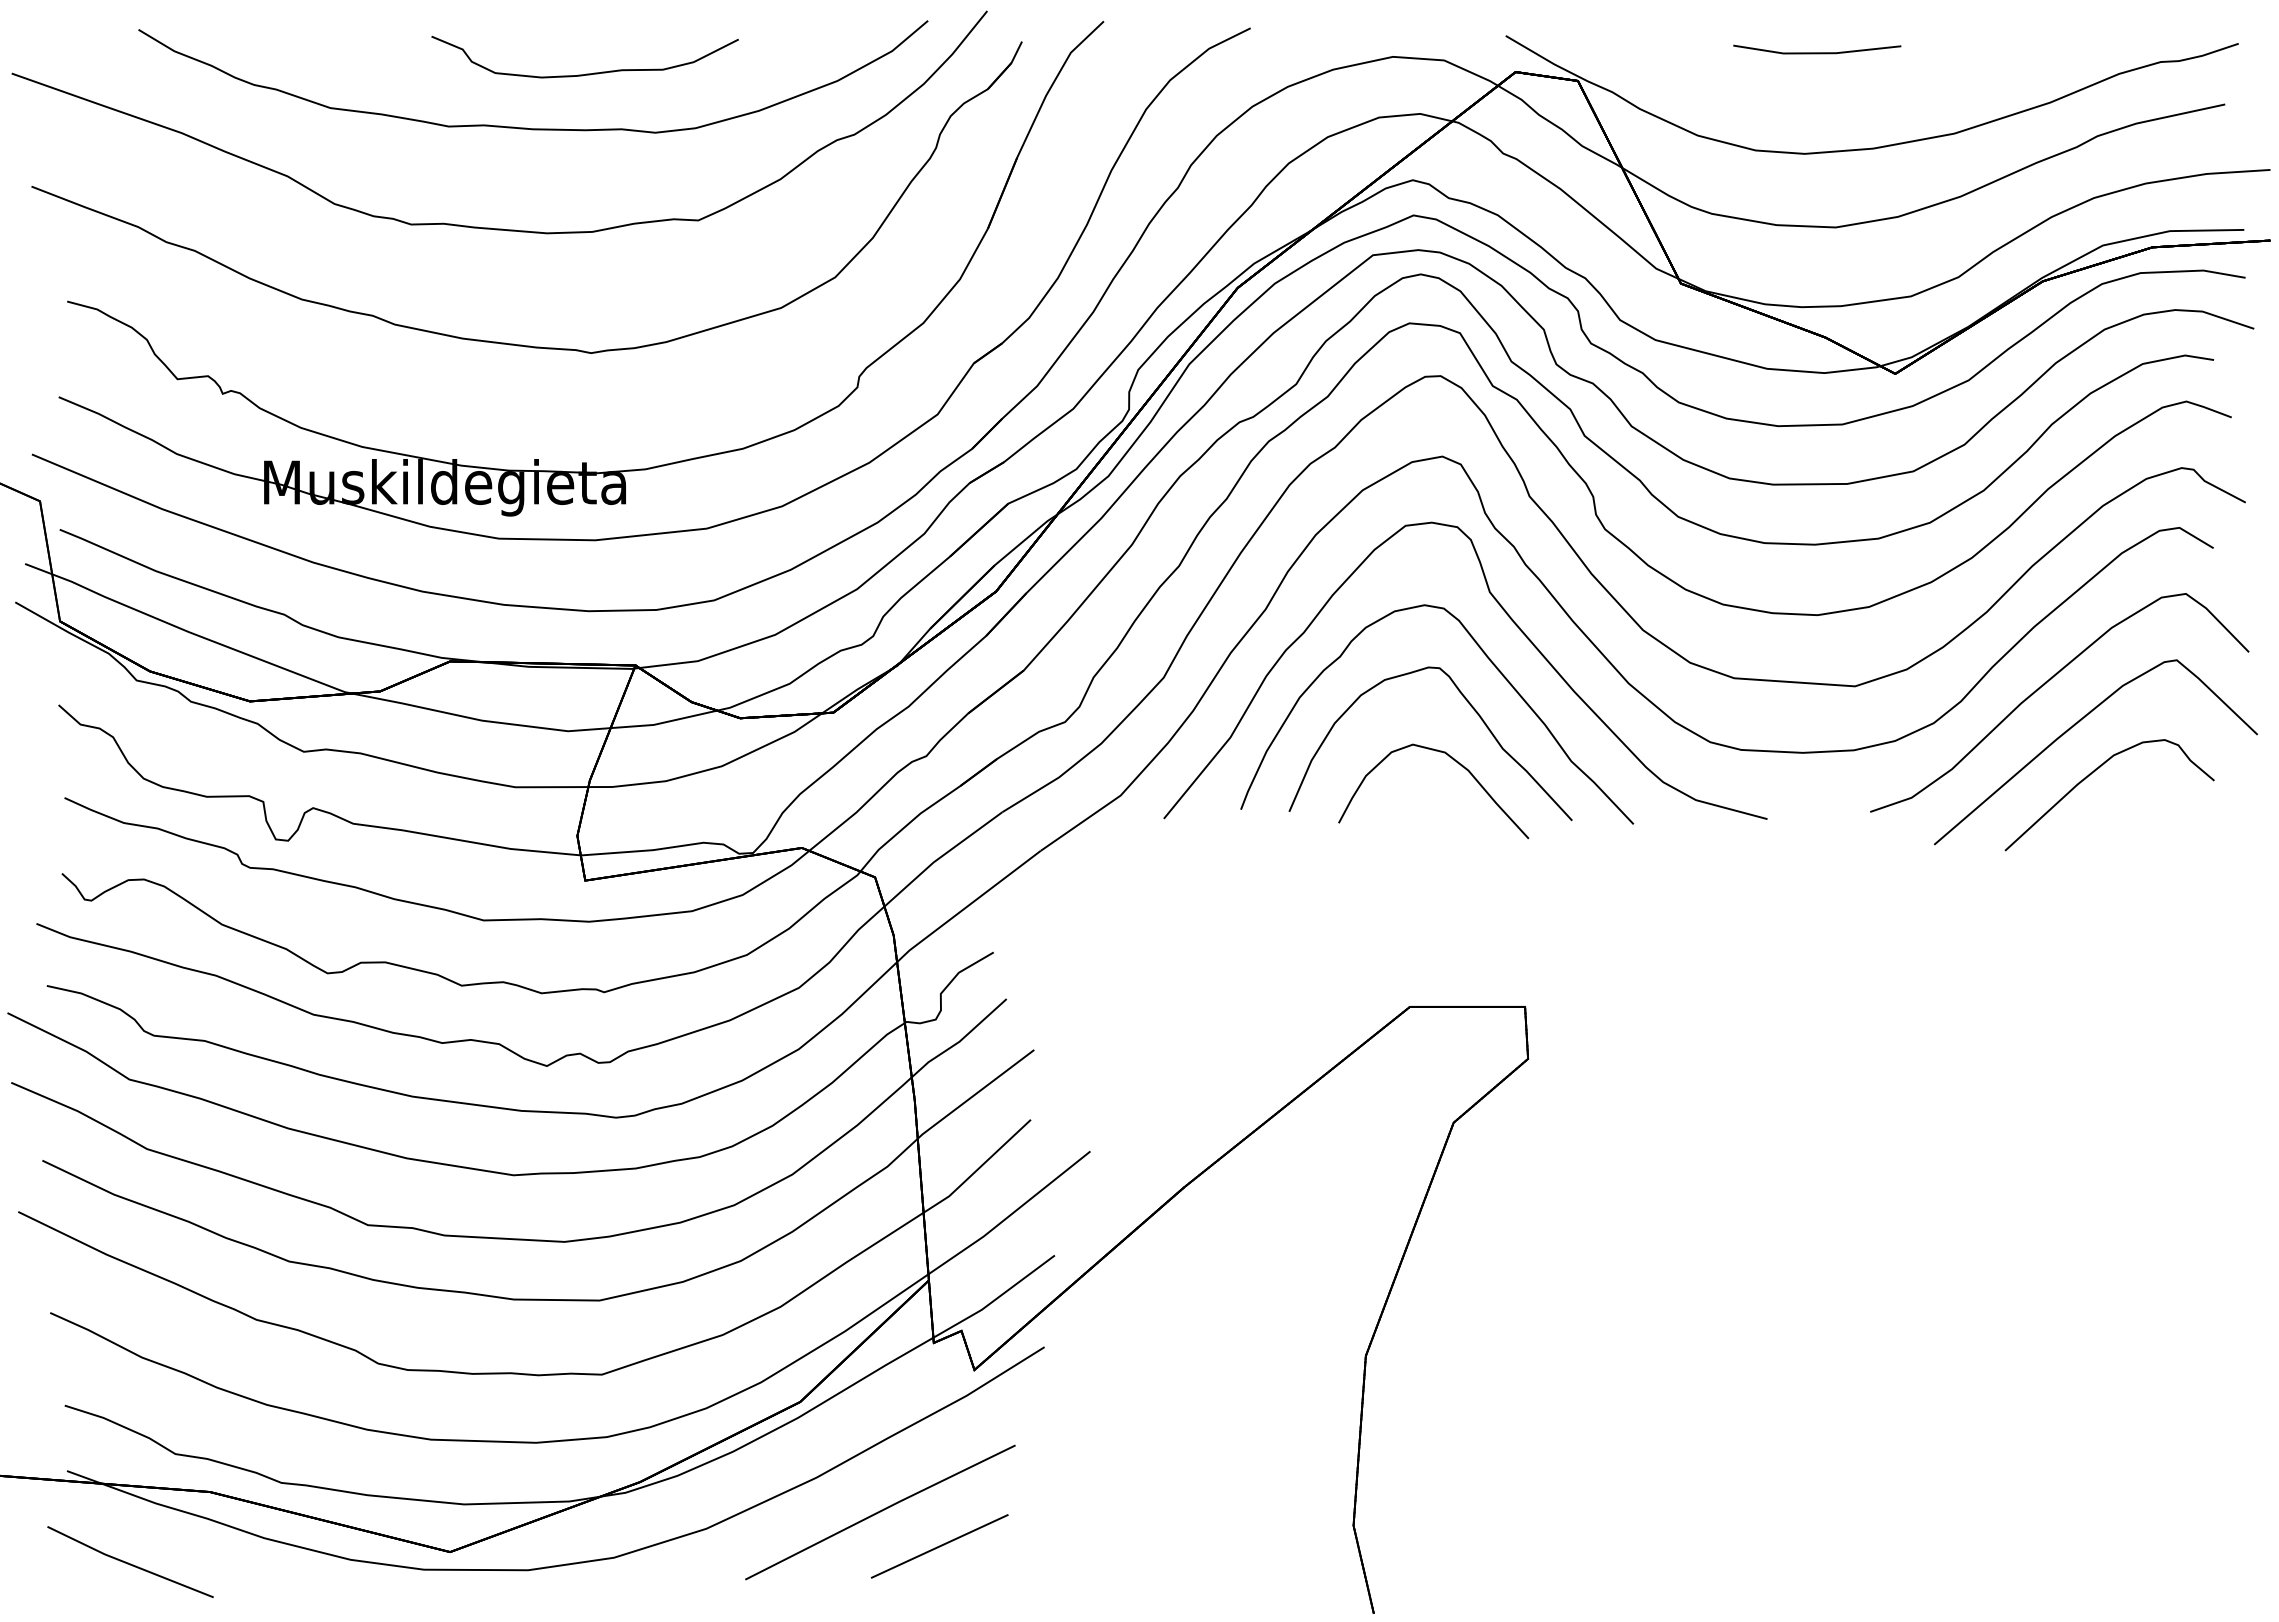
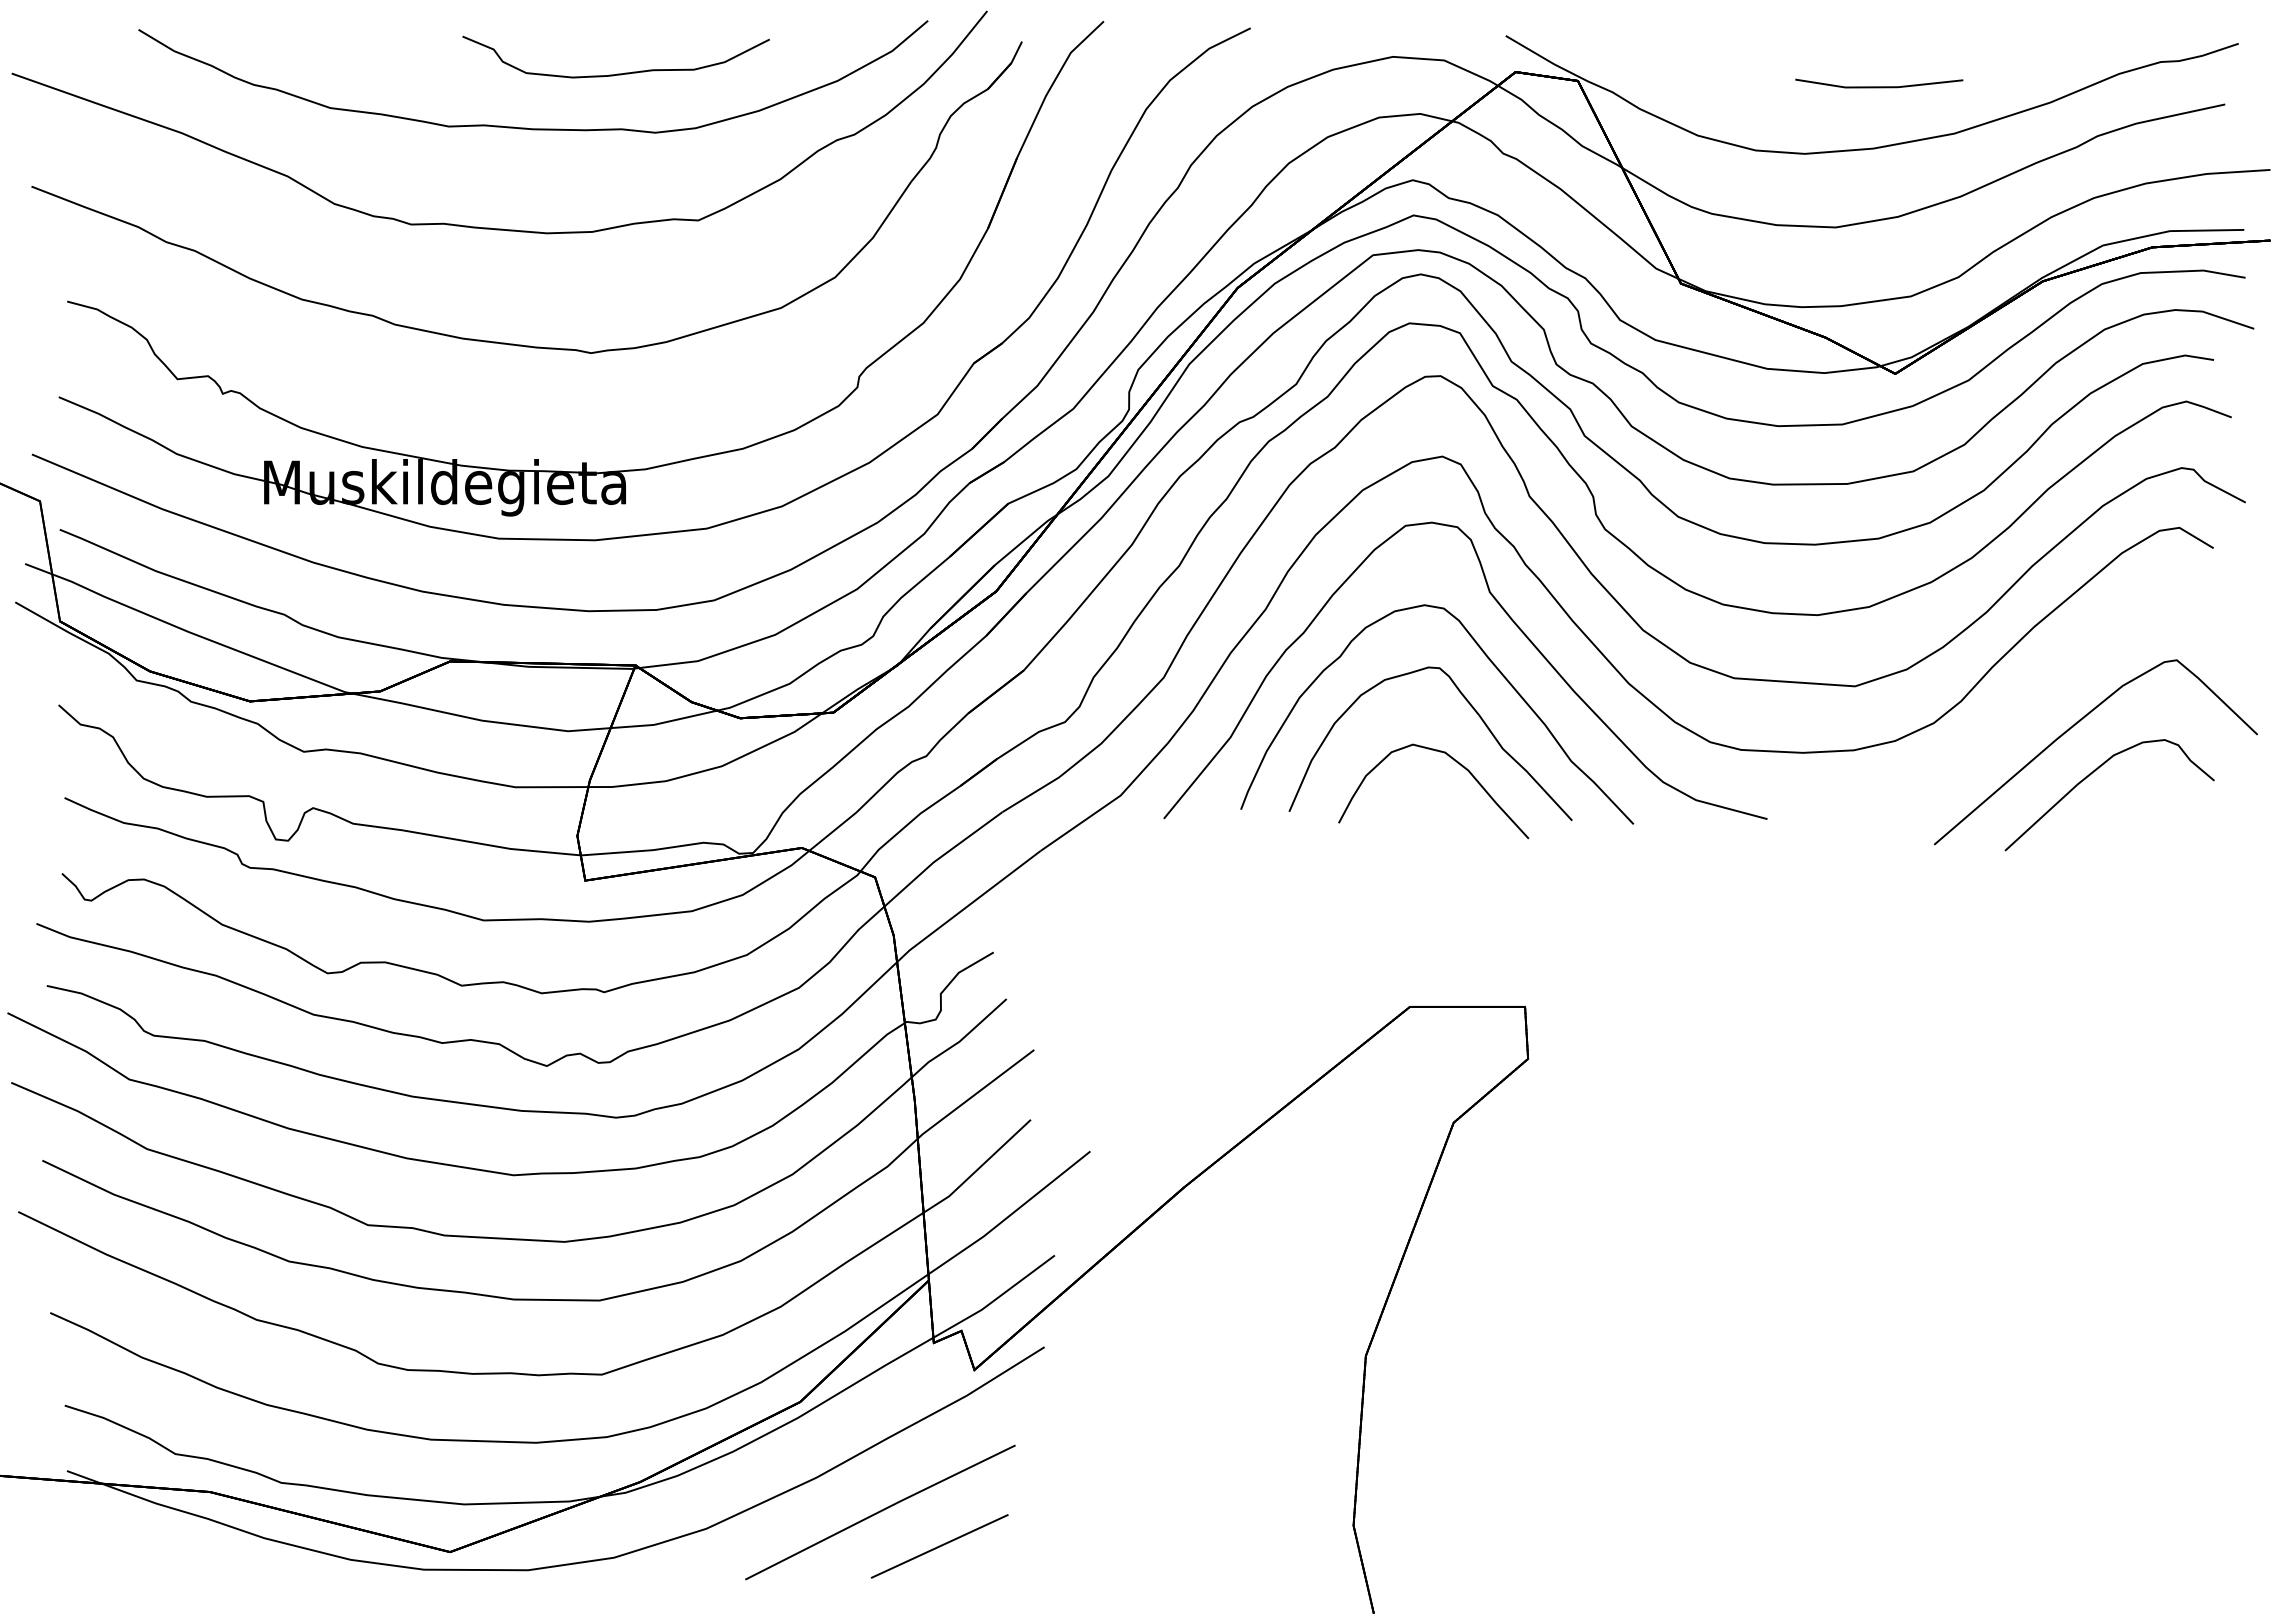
line at (1817, 52) position: (1817, 52) -> (1879, 86)
curve at (586, 73) position: (586, 73) -> (617, 73)
curve at (2043, 686): present -> none
line at (130, 1563): present -> none
